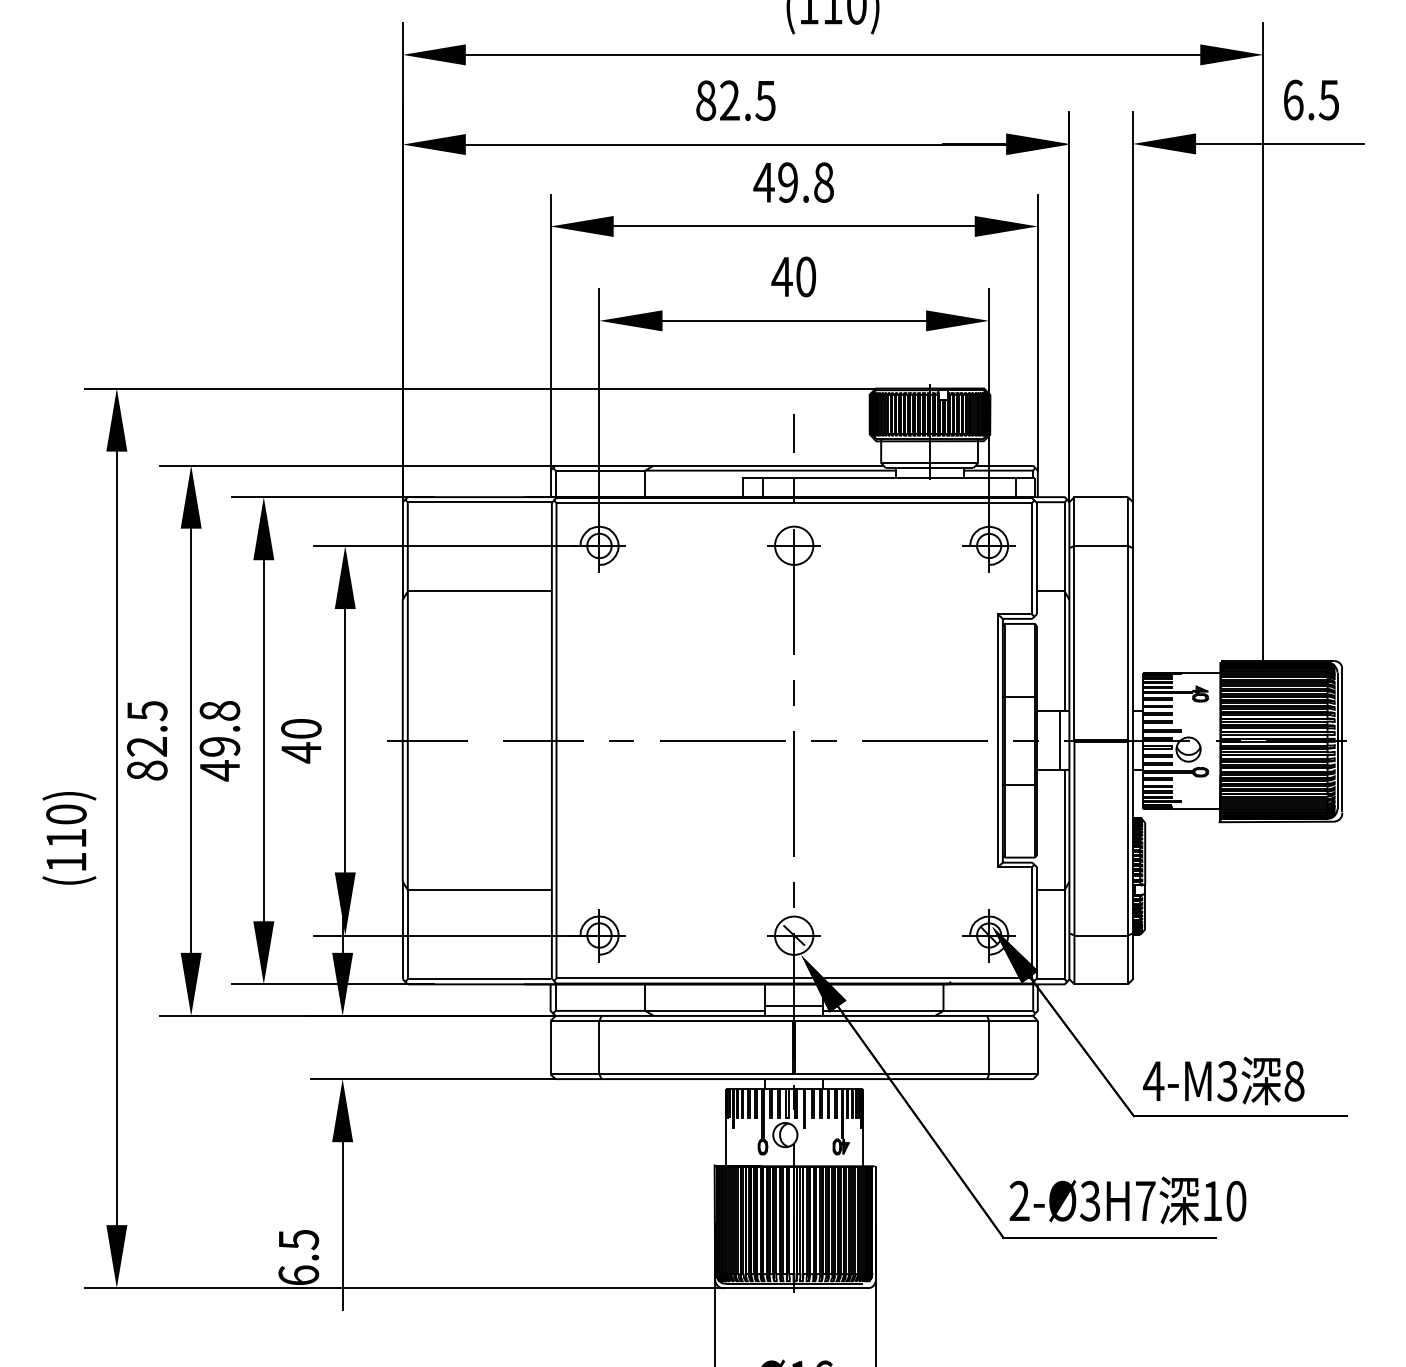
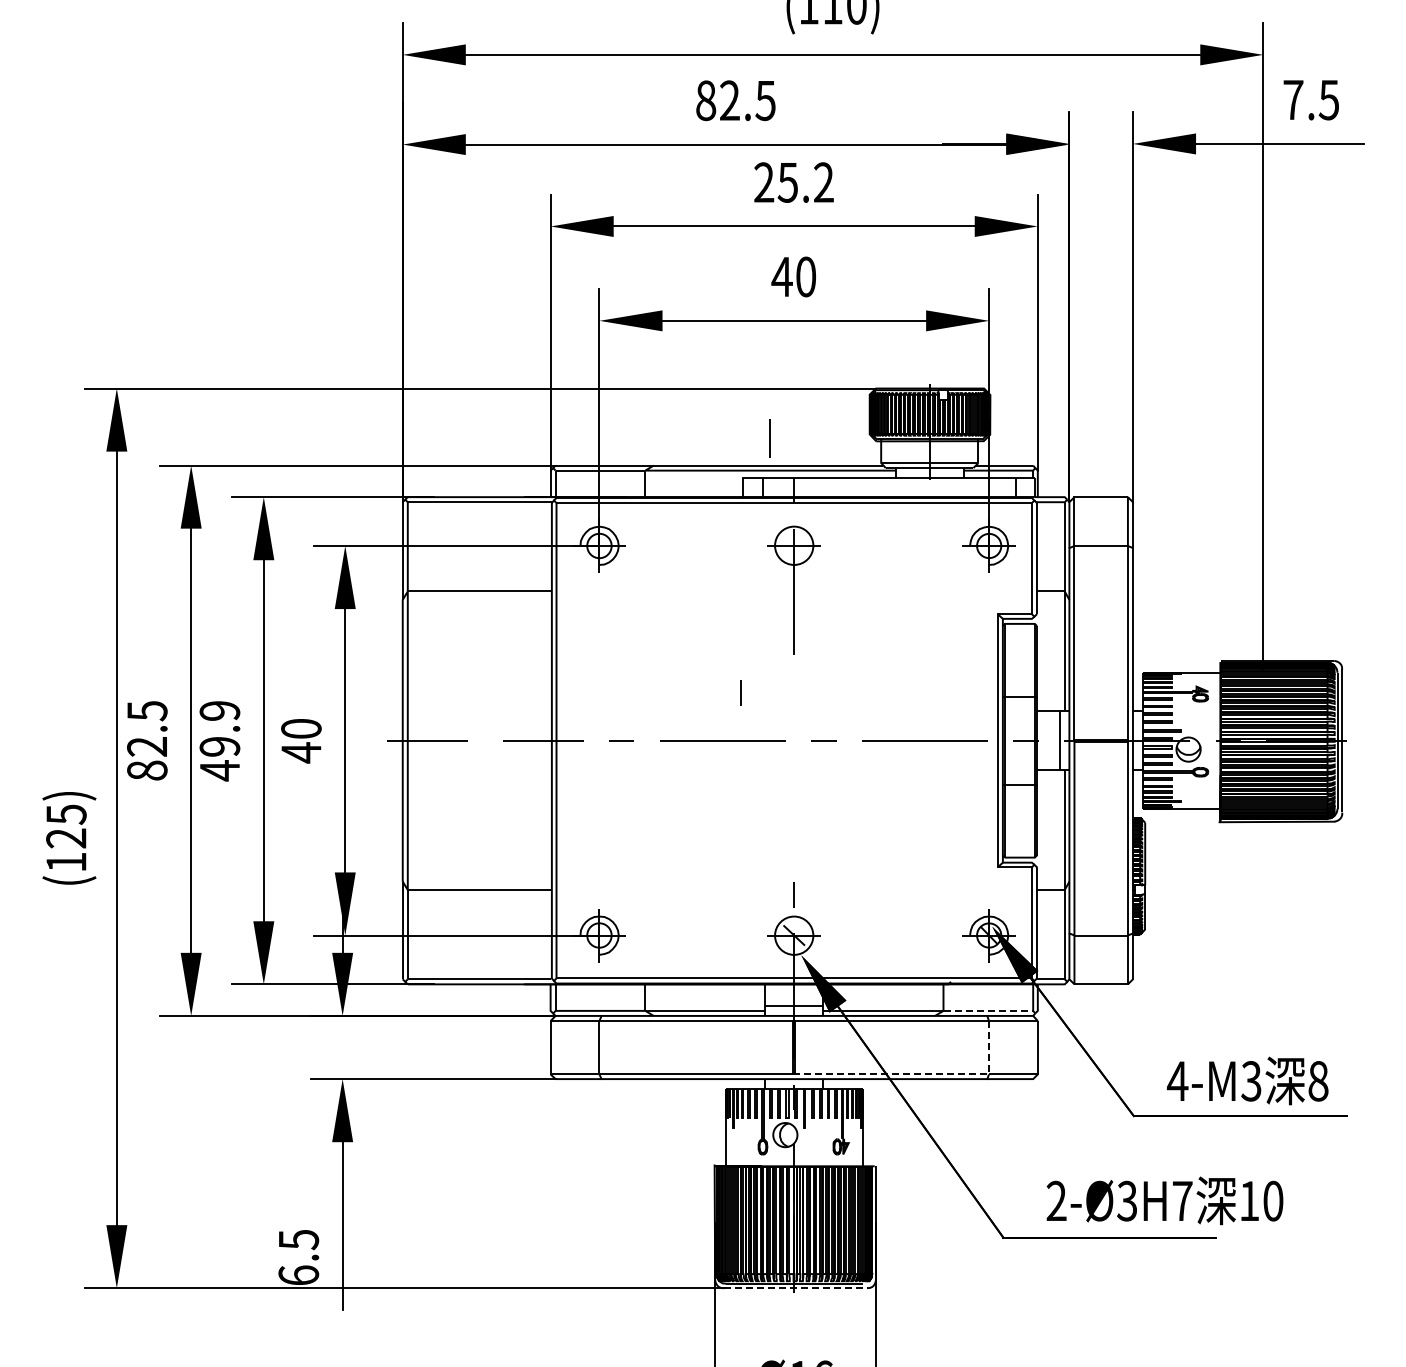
text at (1293, 99): 6.5 -> 7.5
text at (793, 182): 49.8 -> 25.2
line at (793, 433) position: (793, 433) -> (769, 438)
line at (793, 692) position: (793, 692) -> (740, 692)
text at (219, 710): 49.8 -> 49.9
line at (793, 793): present -> none
text at (66, 826): (110) -> (125)
line at (988, 1010): solid -> dashed
line at (919, 1074): solid -> dashed
text at (1223, 1080) position: (1223, 1080) -> (1247, 1080)
text at (1127, 1200) position: (1127, 1200) -> (1164, 1200)
line at (795, 1288): solid -> dashed
